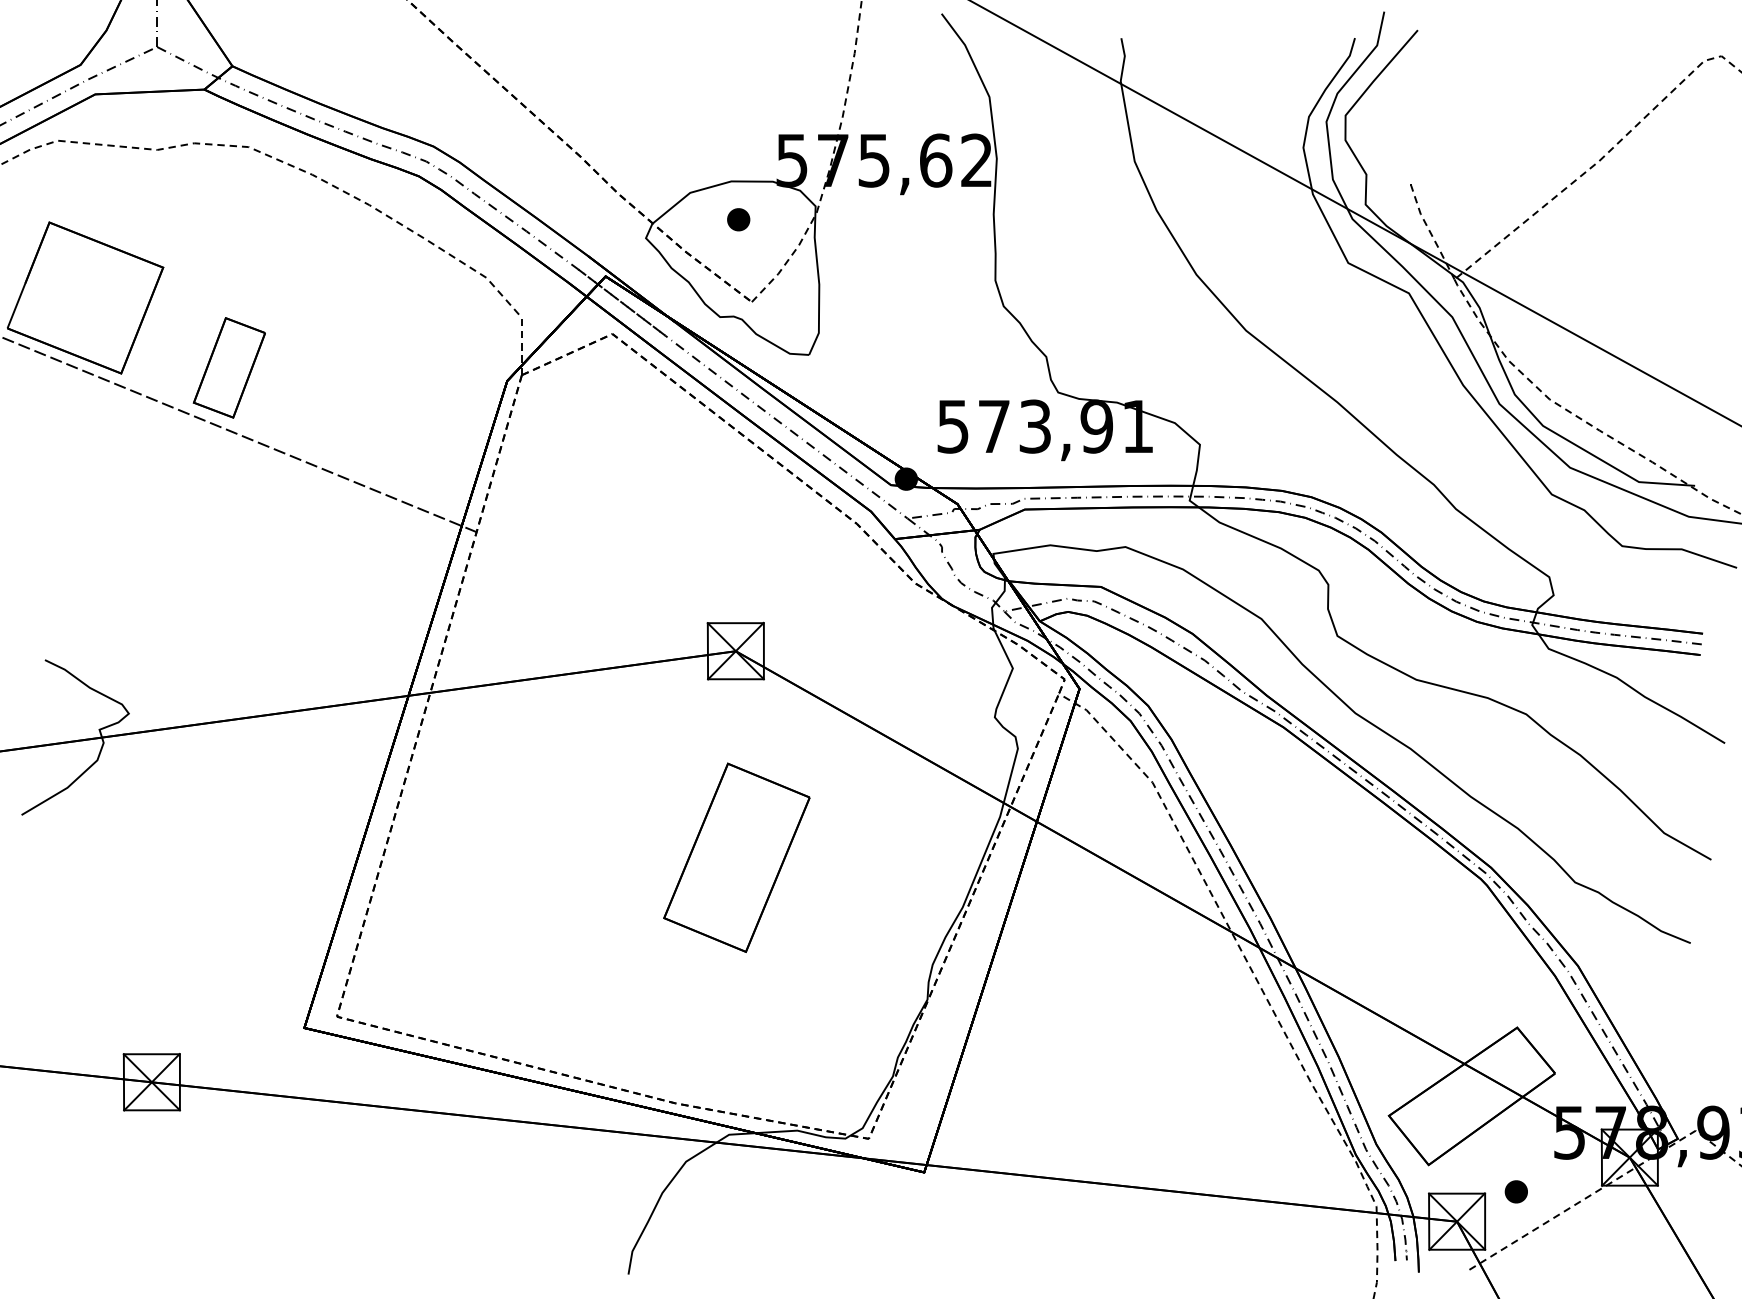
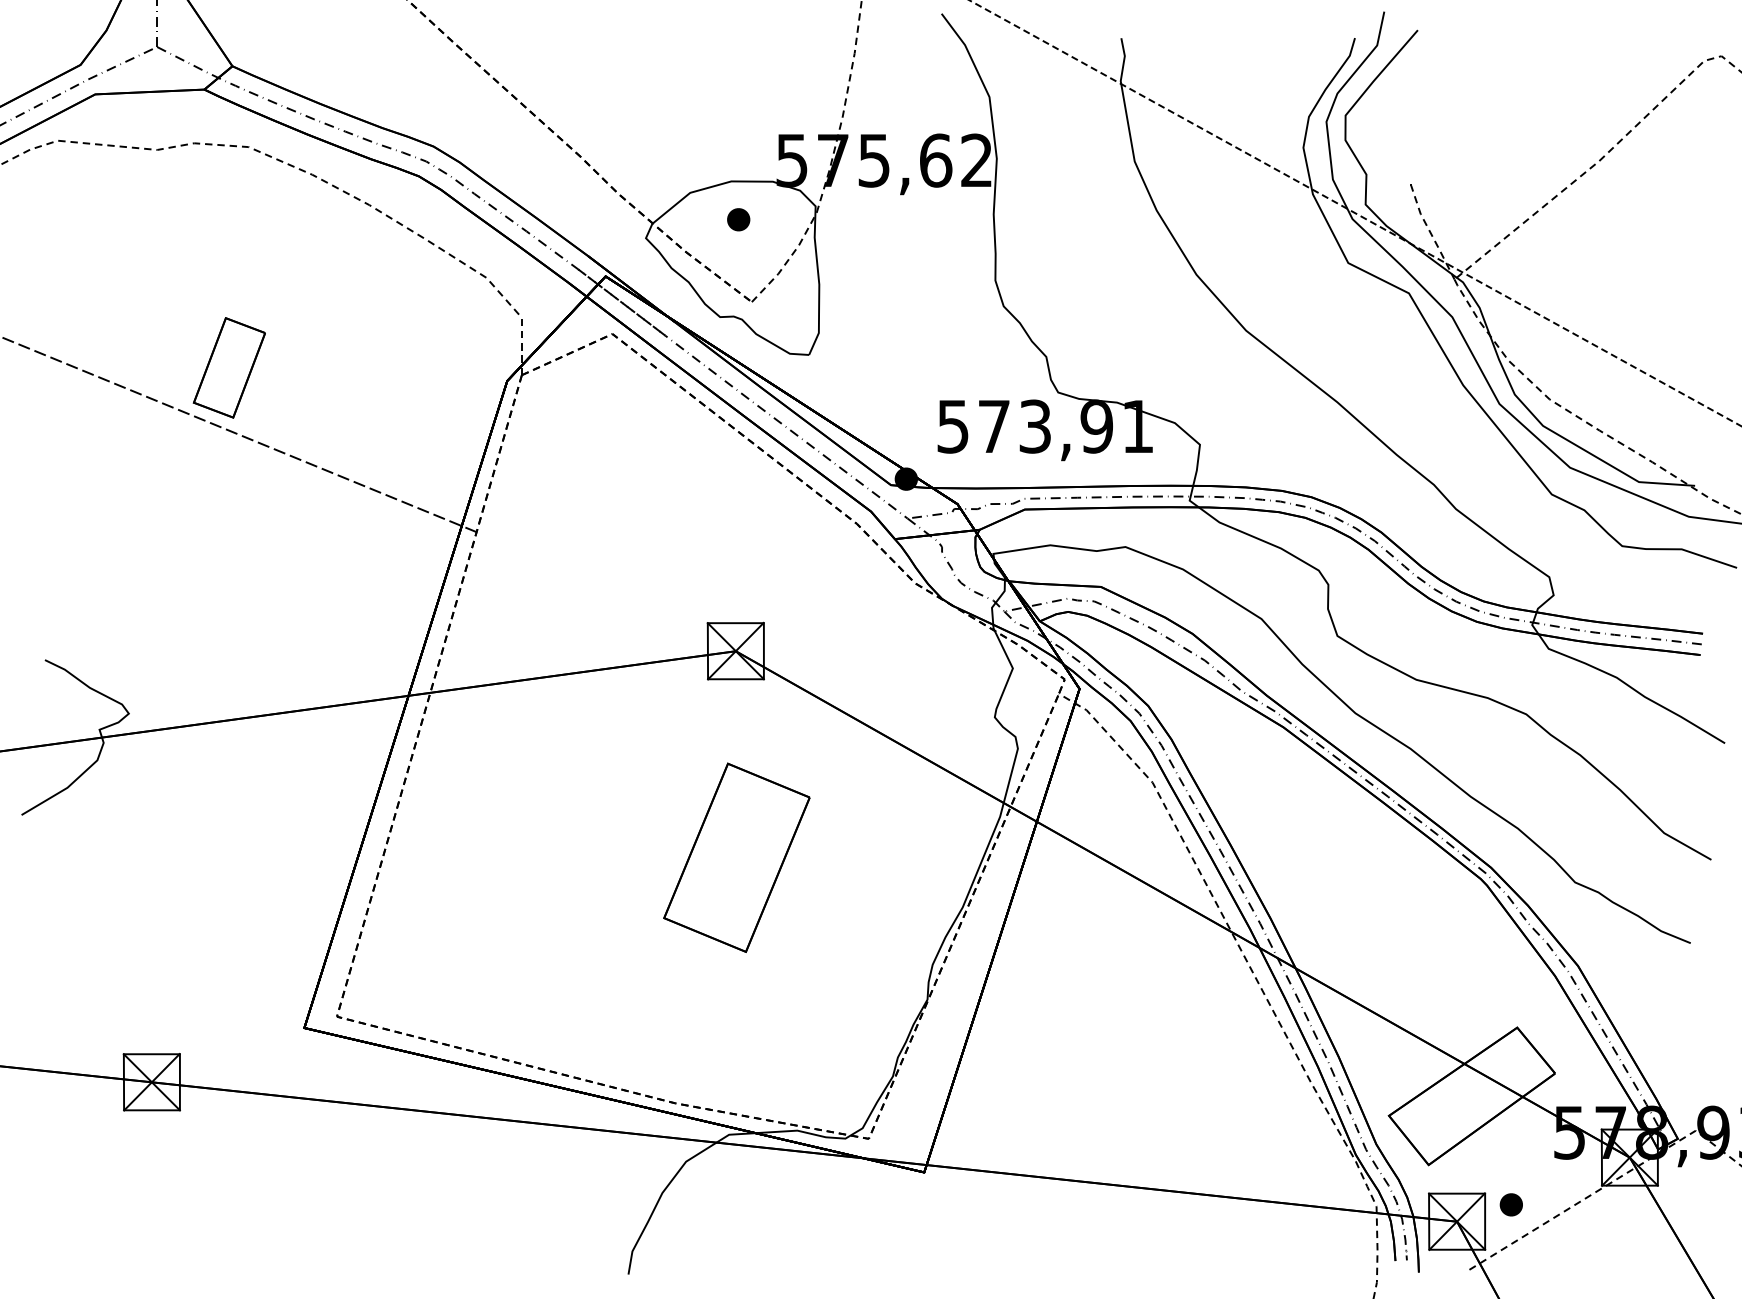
line at (1355, 213): solid -> dashed
part at (85, 297): present -> none
part at (1515, 1191) position: (1515, 1191) -> (1510, 1204)
